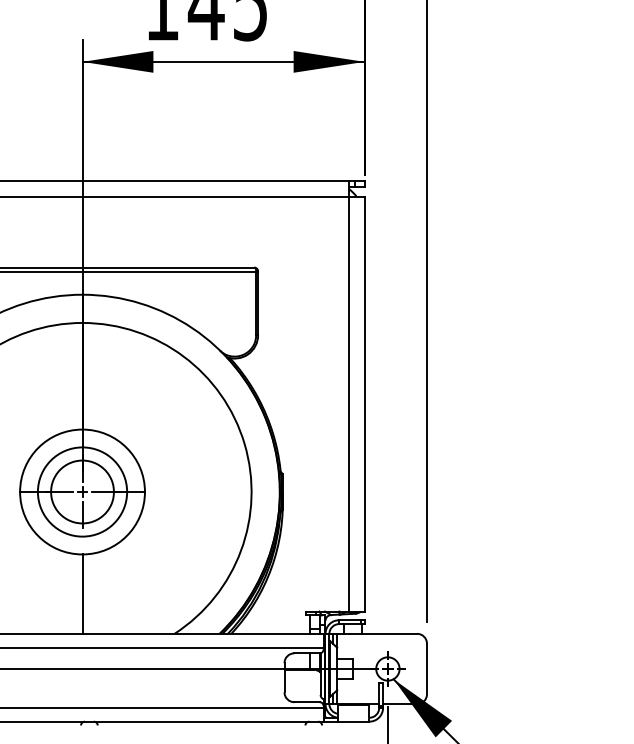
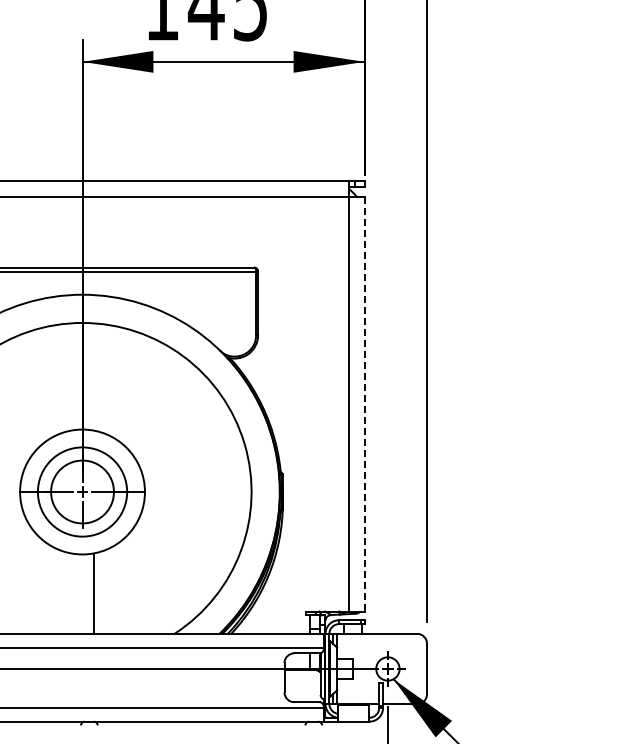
line at (364, 404): solid -> dashed
line at (82, 593) position: (82, 593) -> (93, 593)
